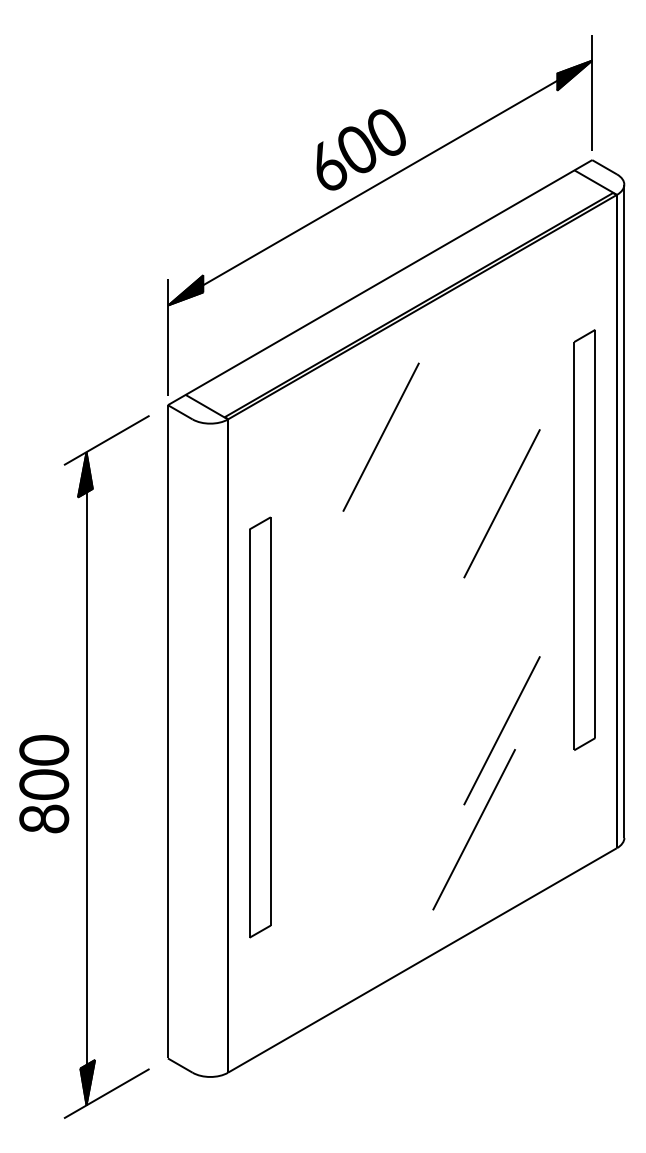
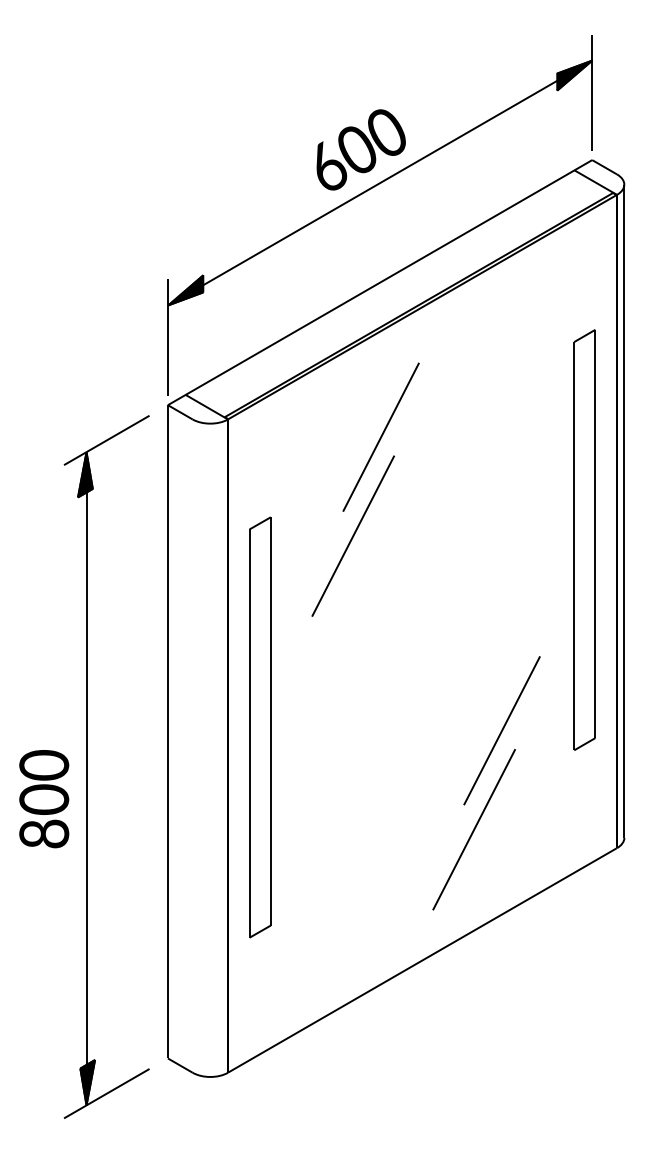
line at (501, 503): present -> none
line at (352, 535): none -> present
text at (44, 784) position: (44, 784) -> (44, 799)
